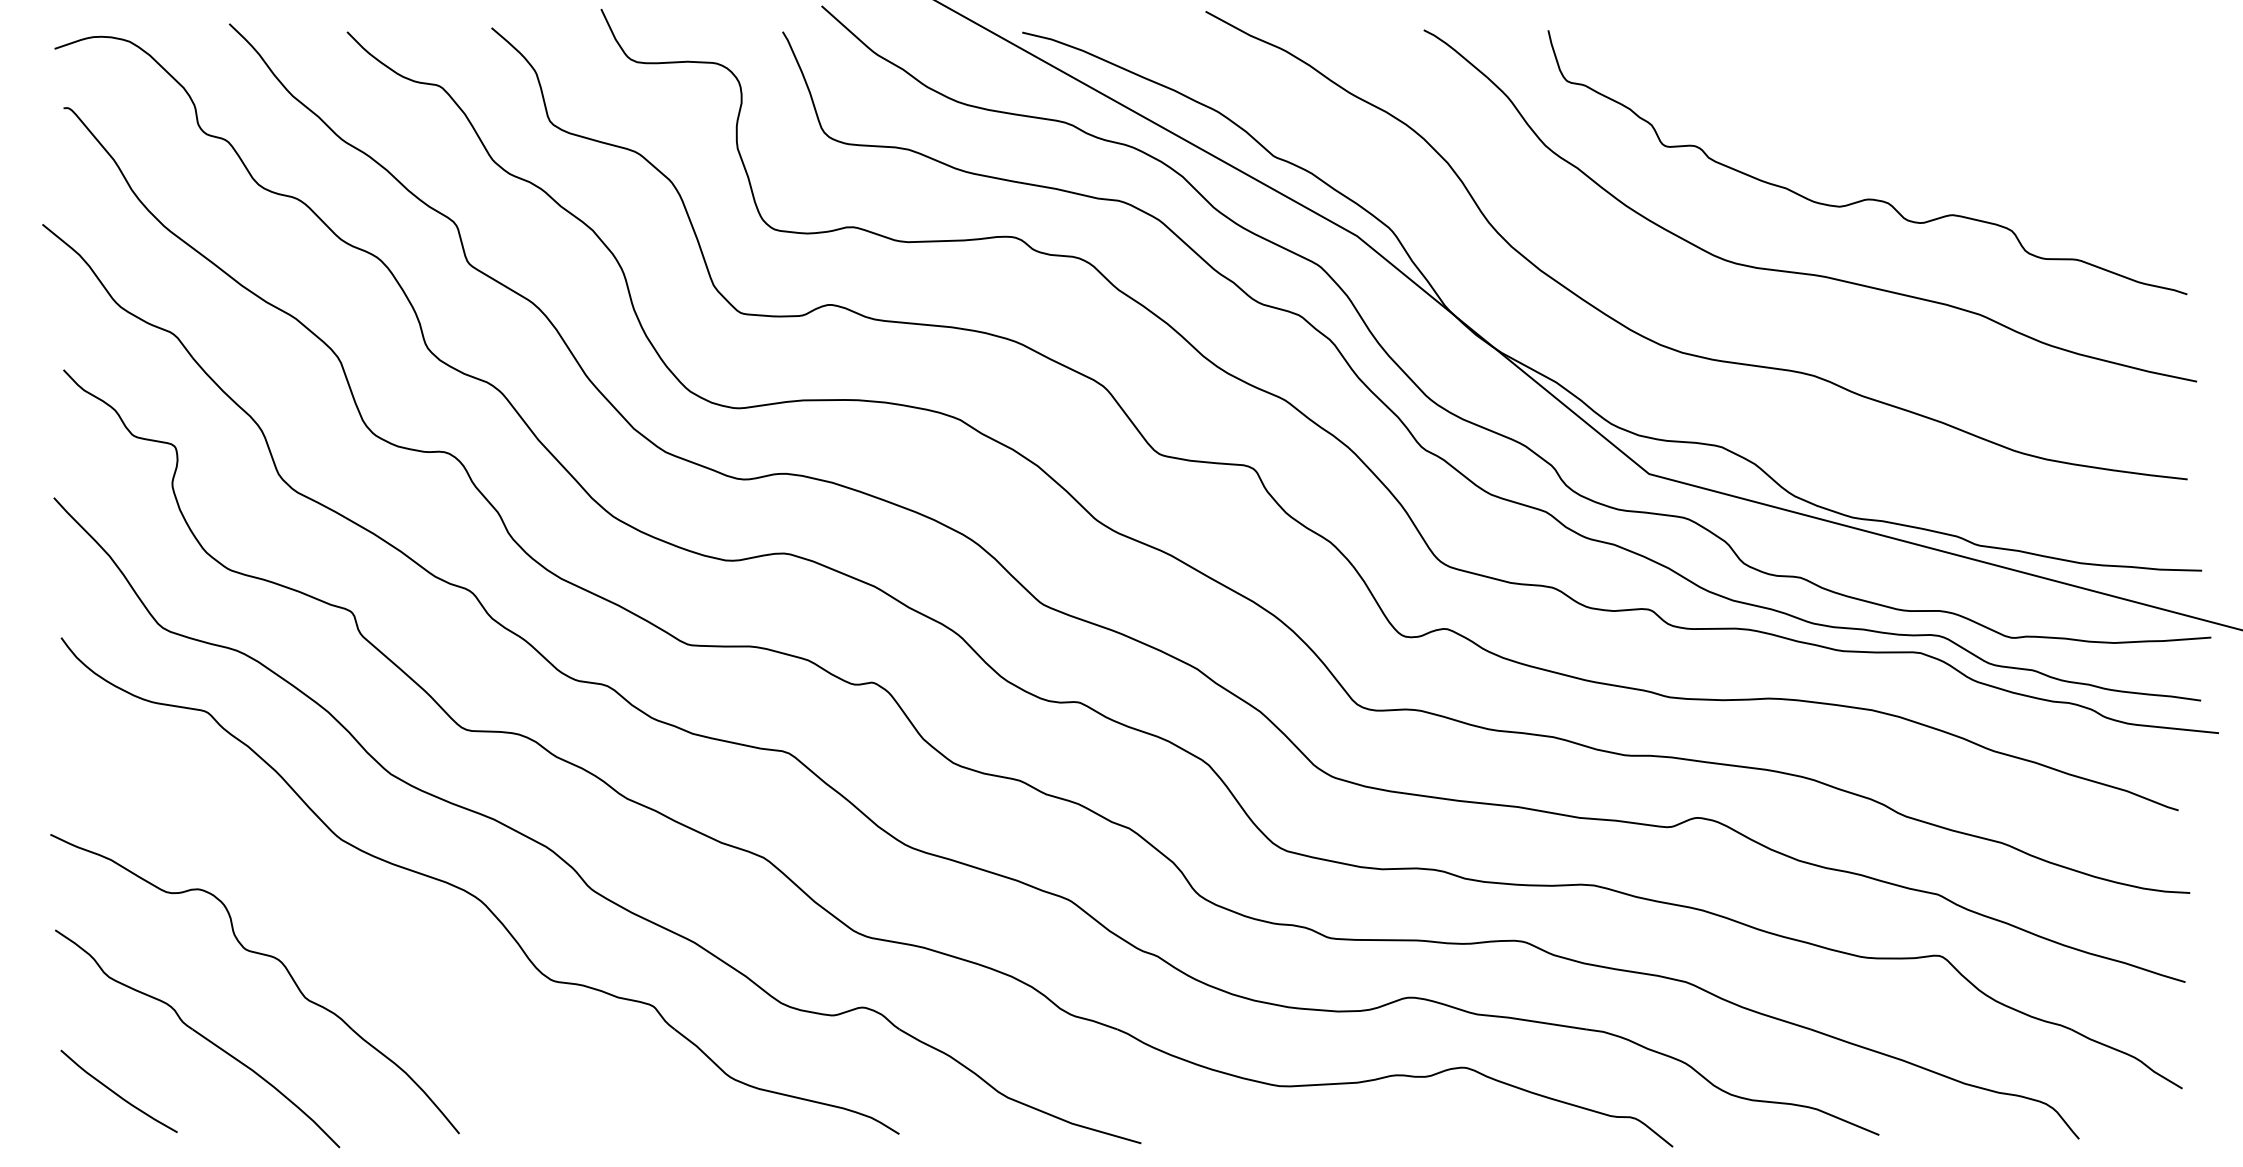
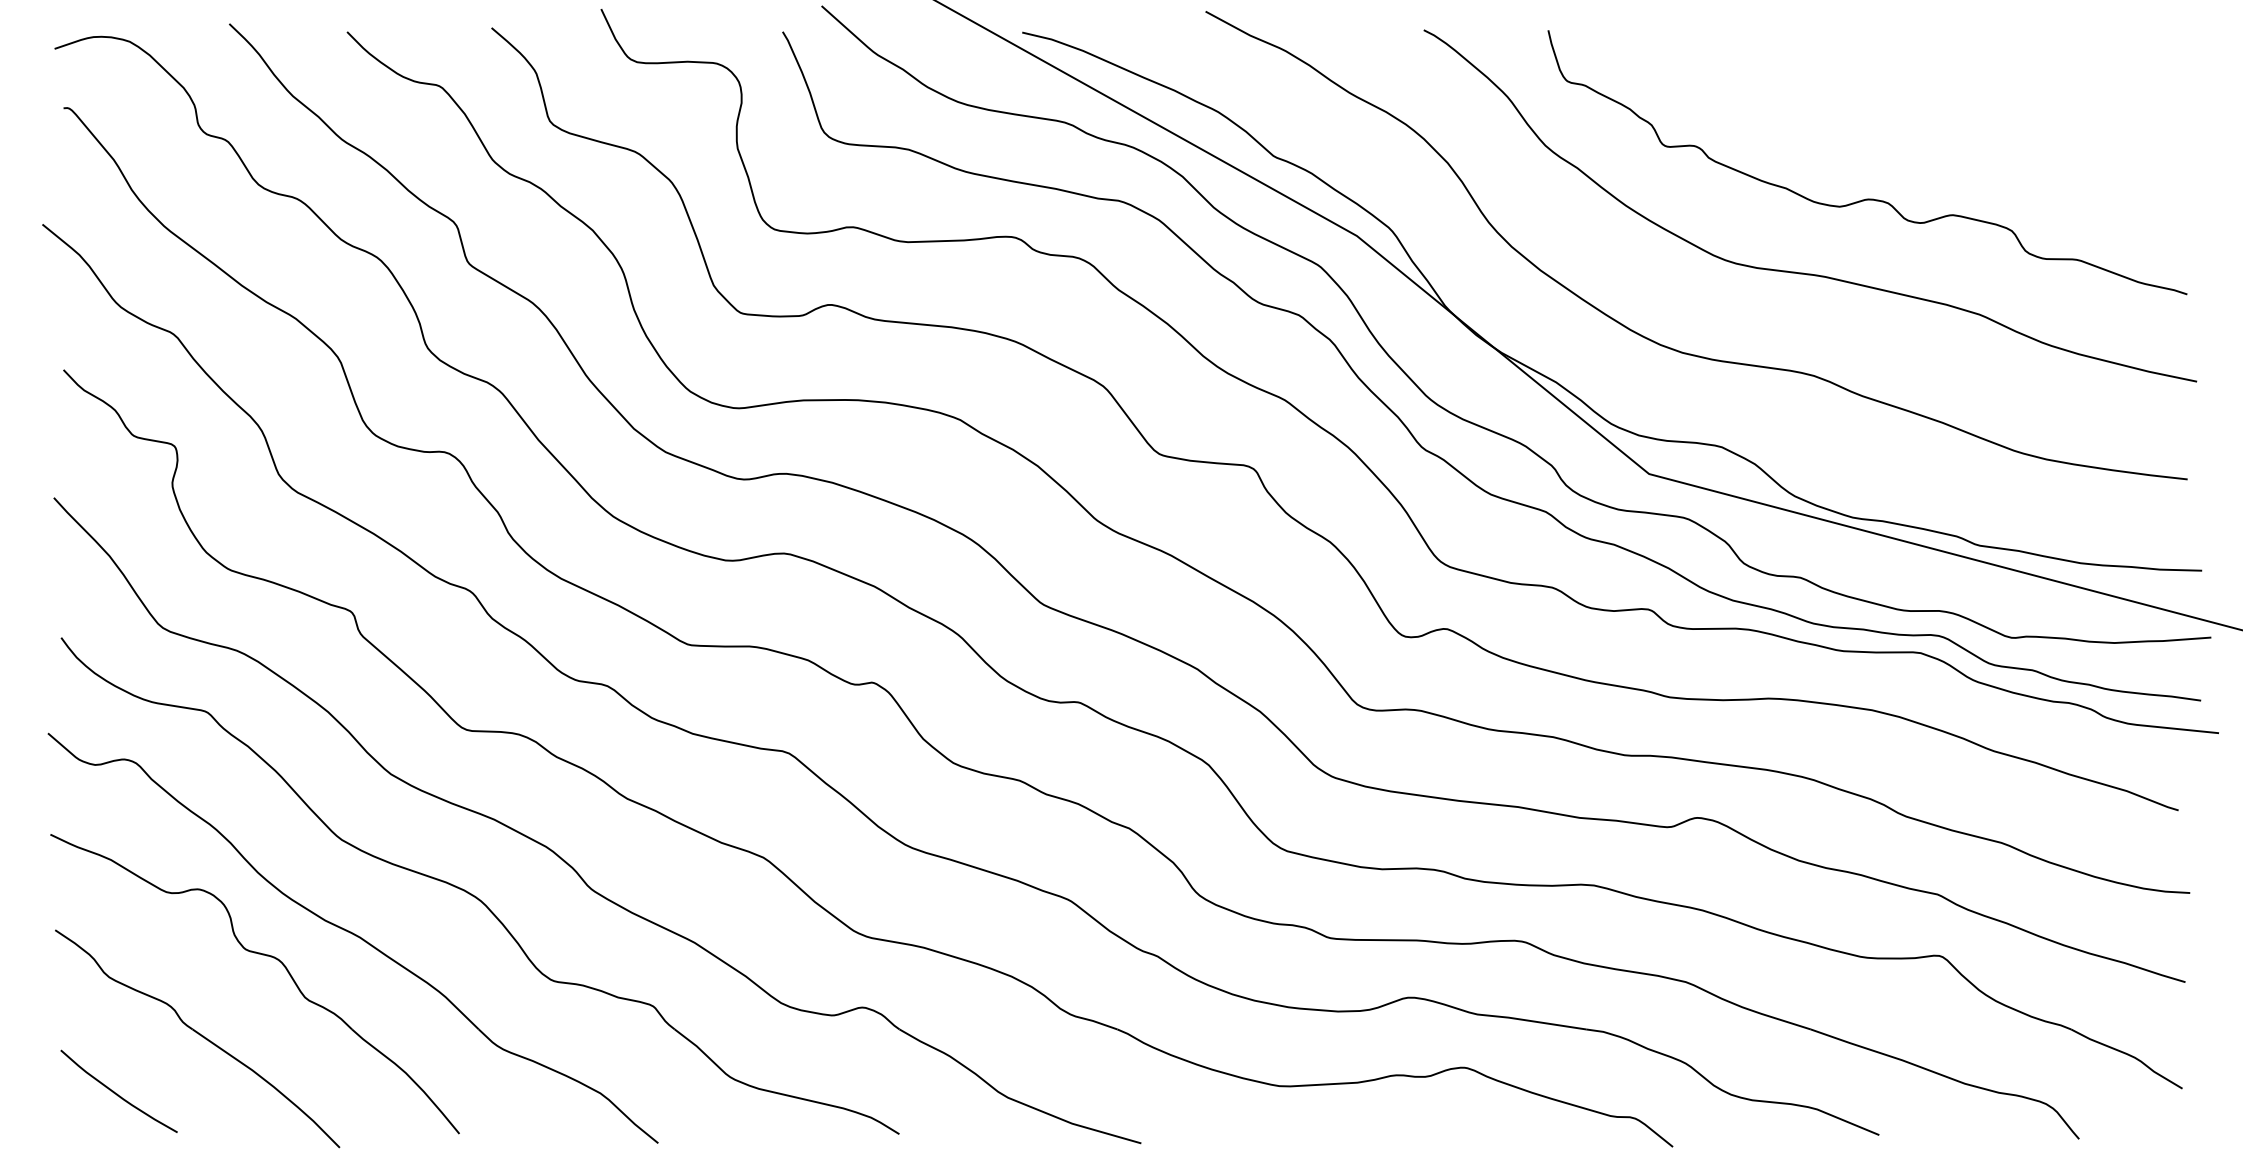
part at (352, 937): none -> present
